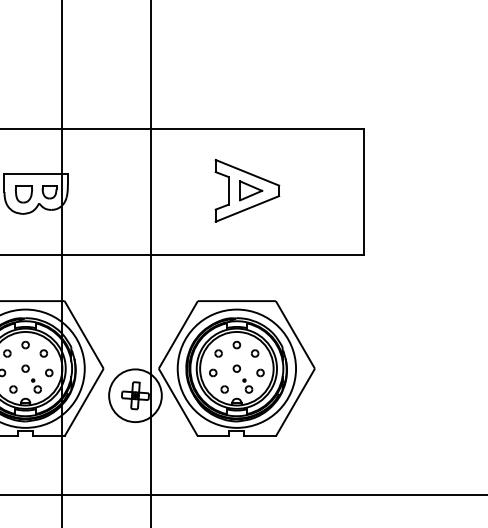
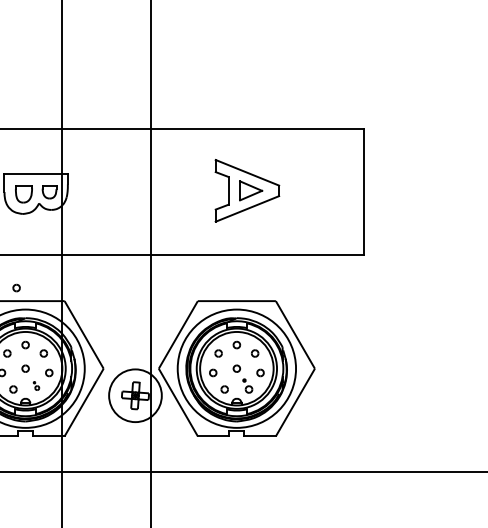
part at (16, 287): none -> present
part at (36, 385) size: 11x16 px -> 9x10 px
line at (243, 495) position: (243, 495) -> (243, 472)
